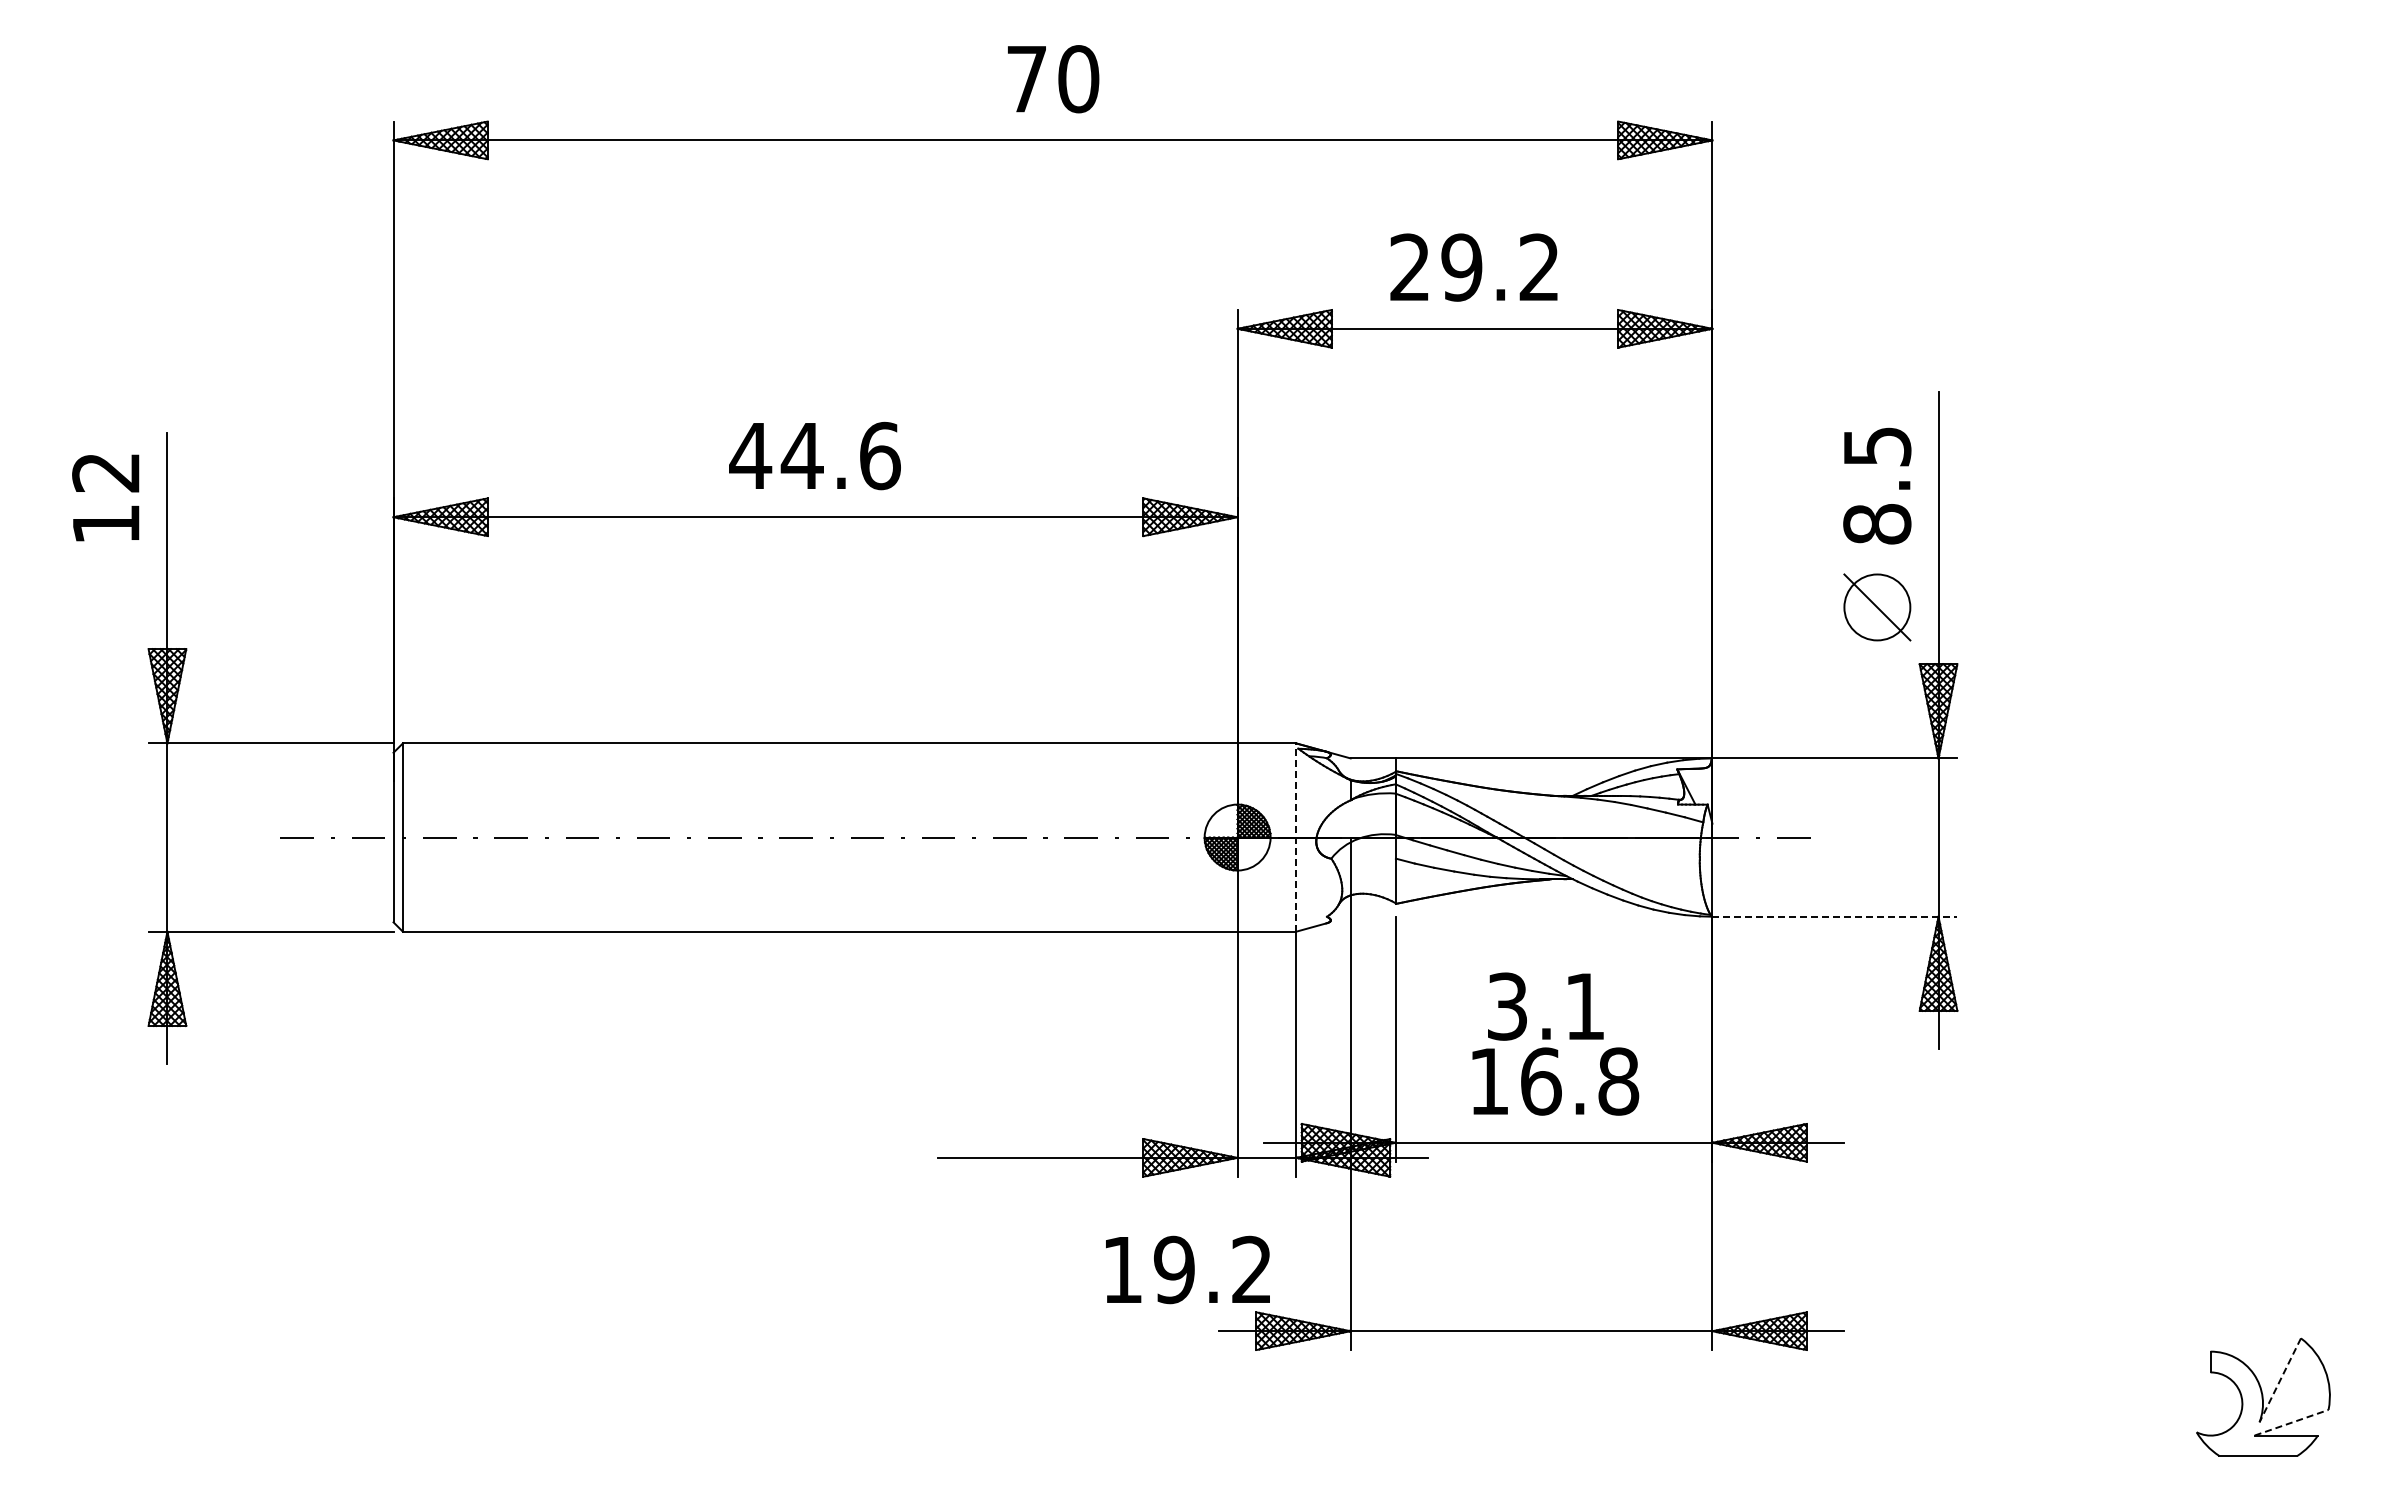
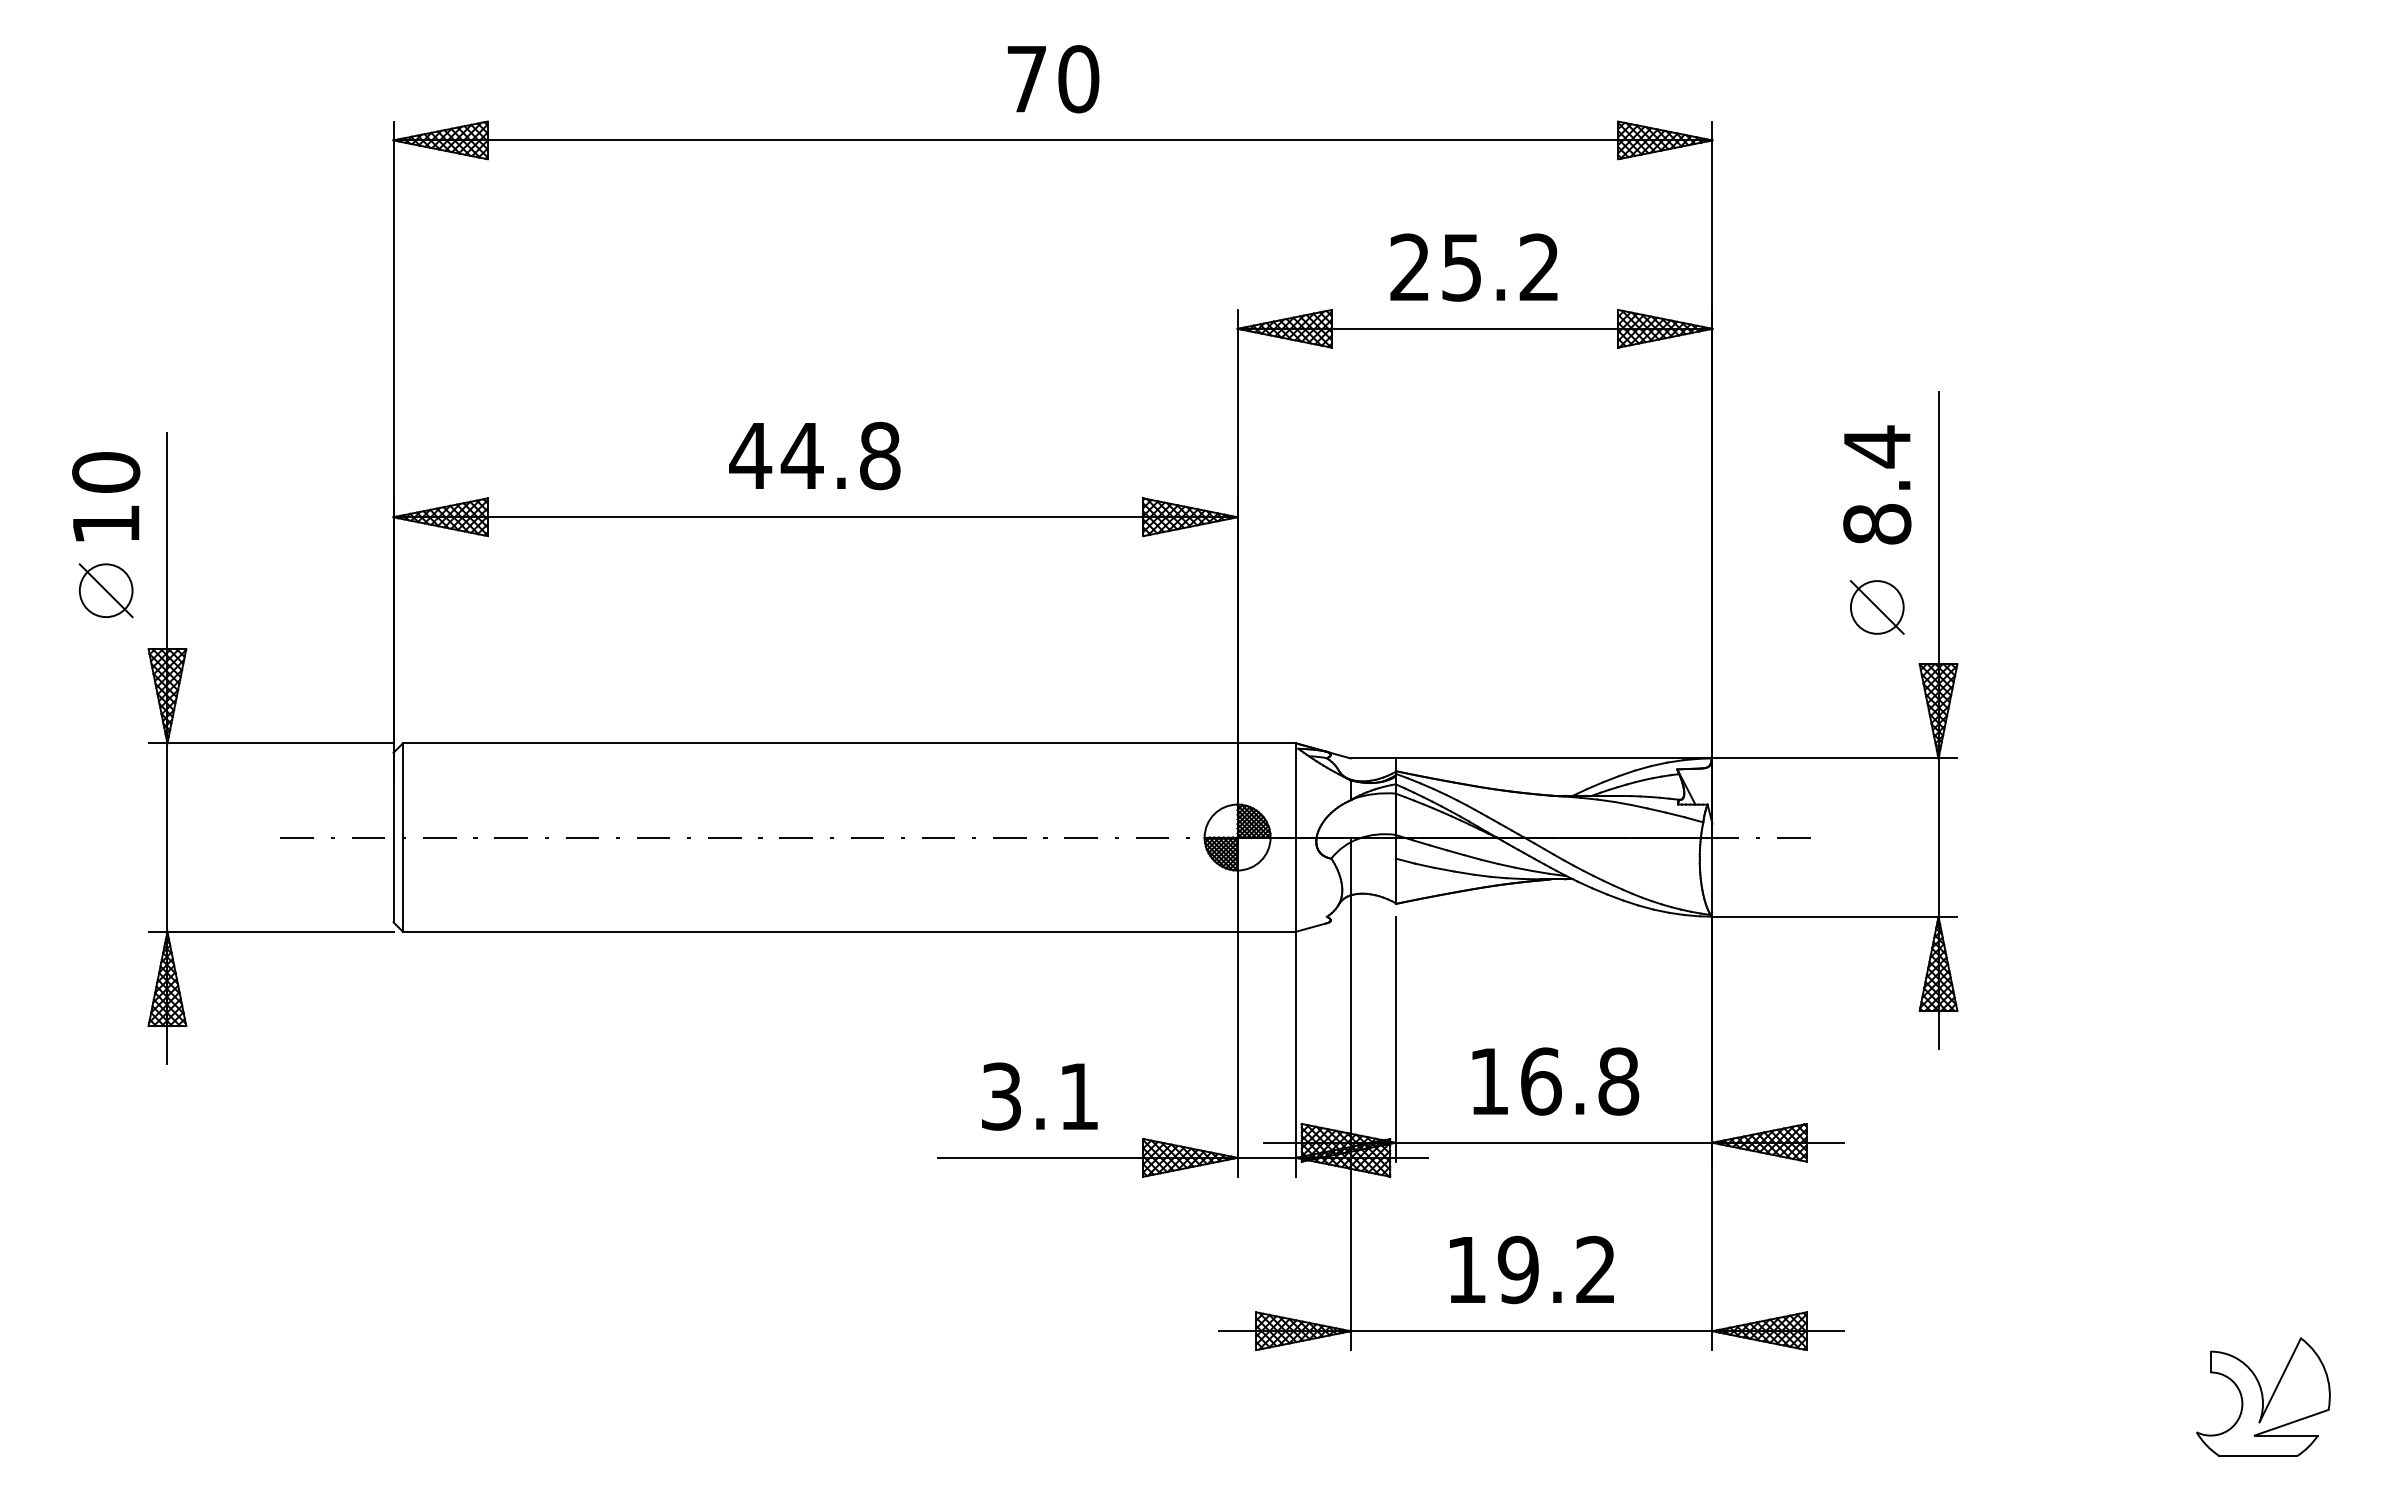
text at (1461, 267): 29.2 -> 25.2
text at (1877, 446): 8.5 -> 8.4
text at (880, 455): 44.6 -> 44.8
text at (106, 472): 12 -> 10
part at (105, 590): none -> present
part at (1877, 607) size: 69x69 px -> 56x55 px
line at (1296, 837): dashed -> solid
line at (1835, 916): dashed -> solid
text at (1545, 1006) position: (1545, 1006) -> (1039, 1096)
text at (1187, 1269) position: (1187, 1269) -> (1531, 1269)
line at (2280, 1380): dashed -> solid
line at (2292, 1422): dashed -> solid
